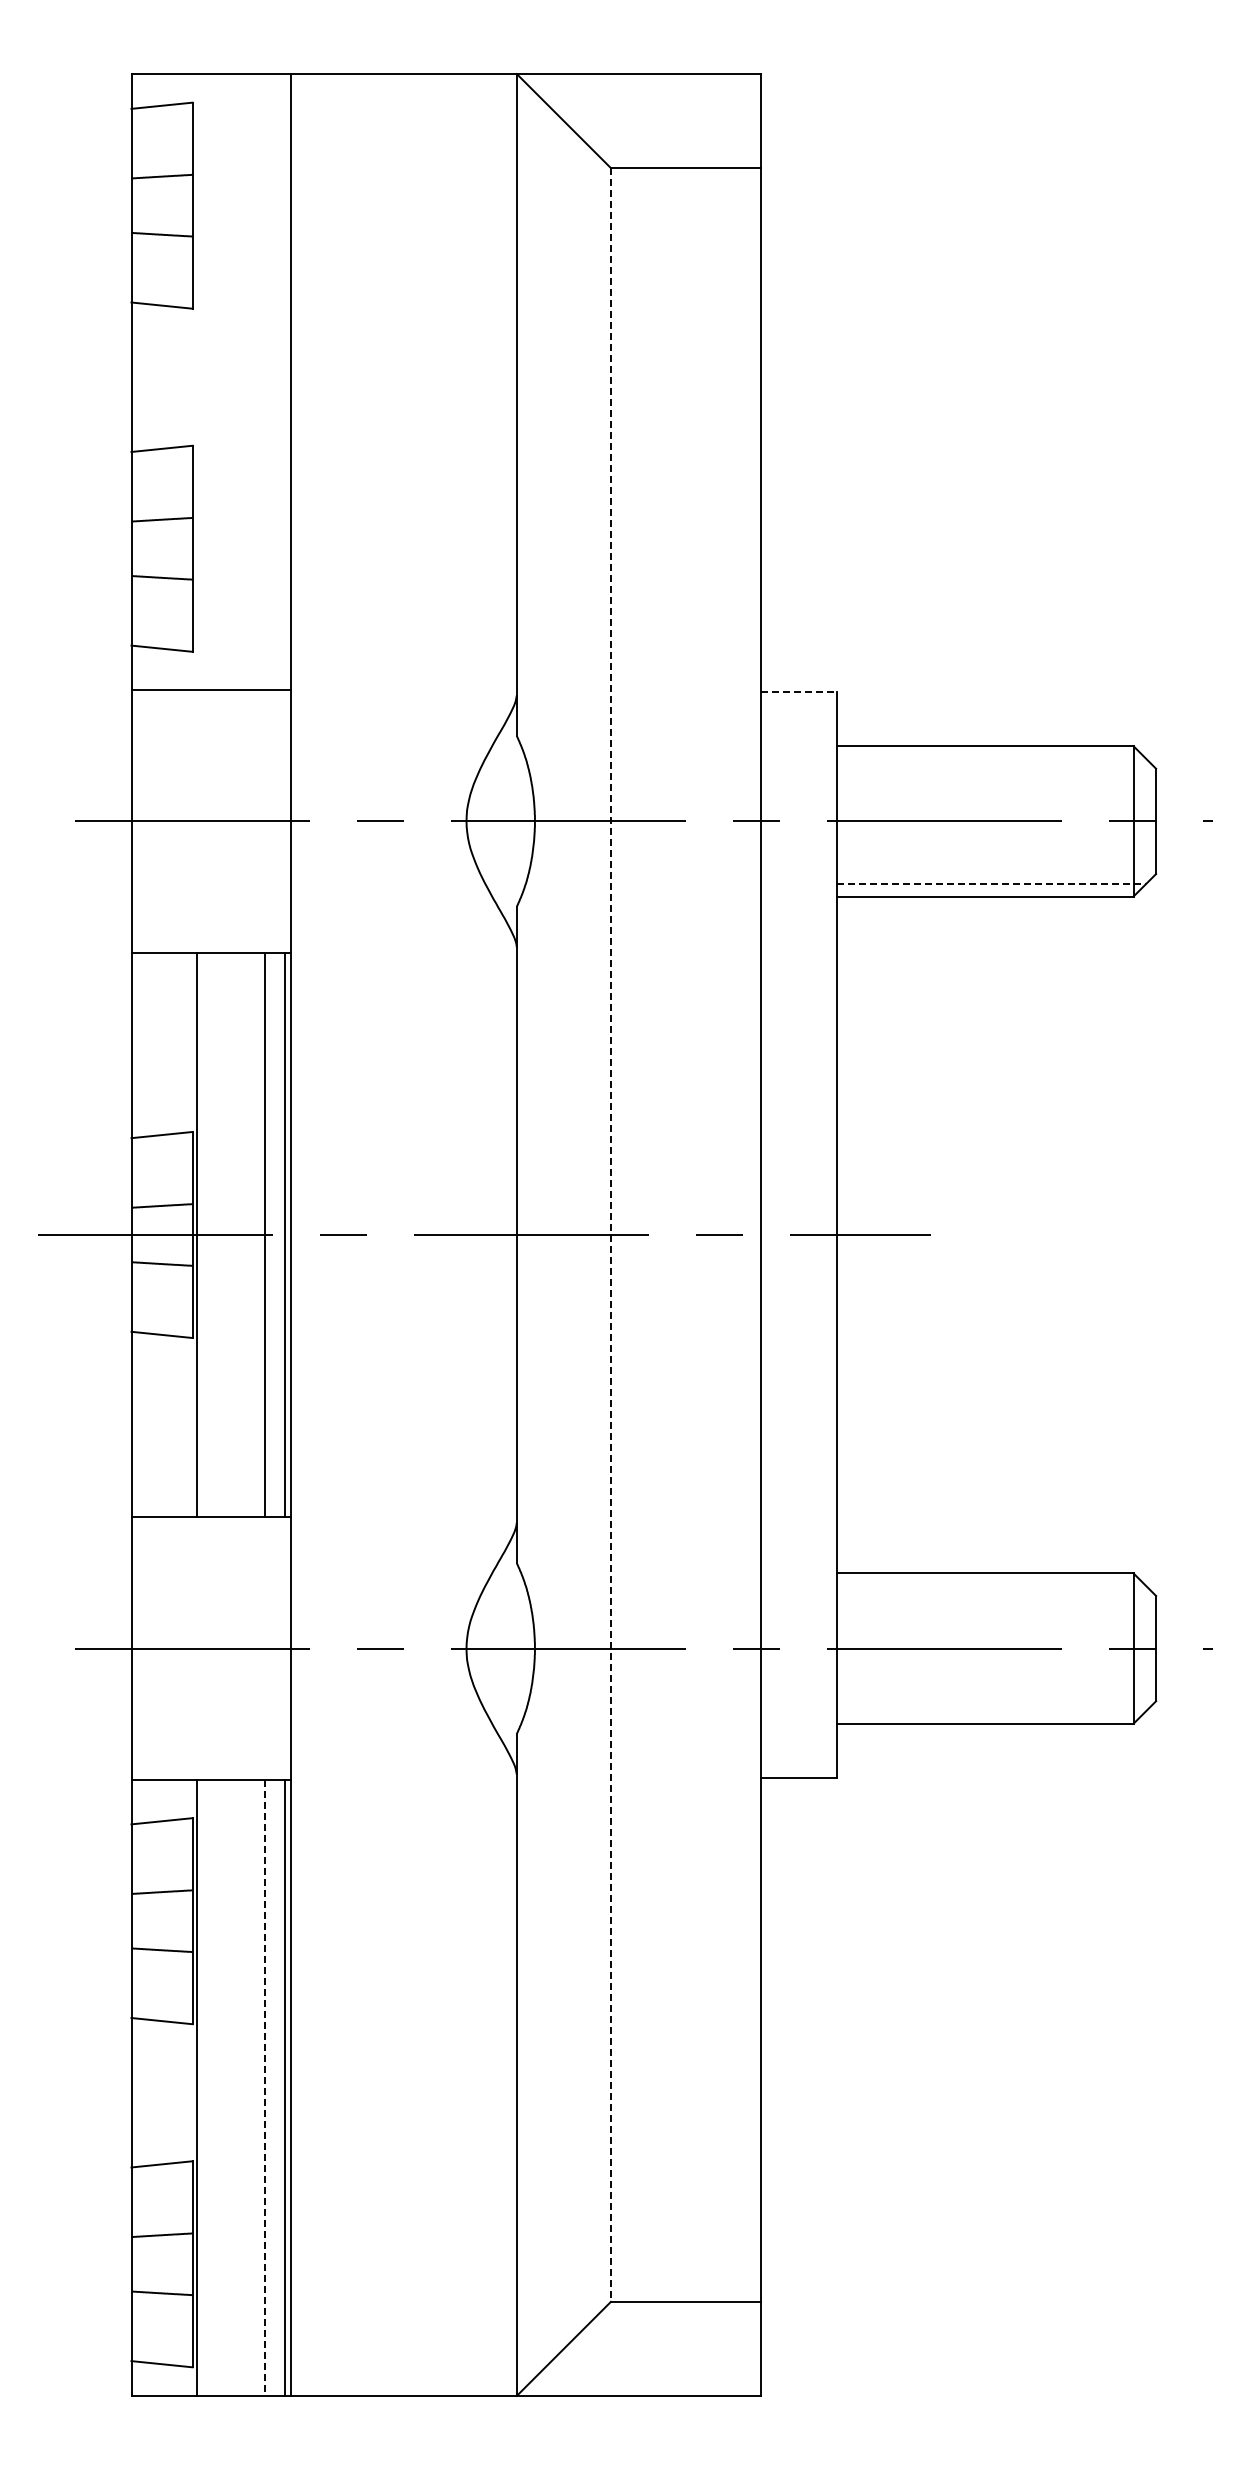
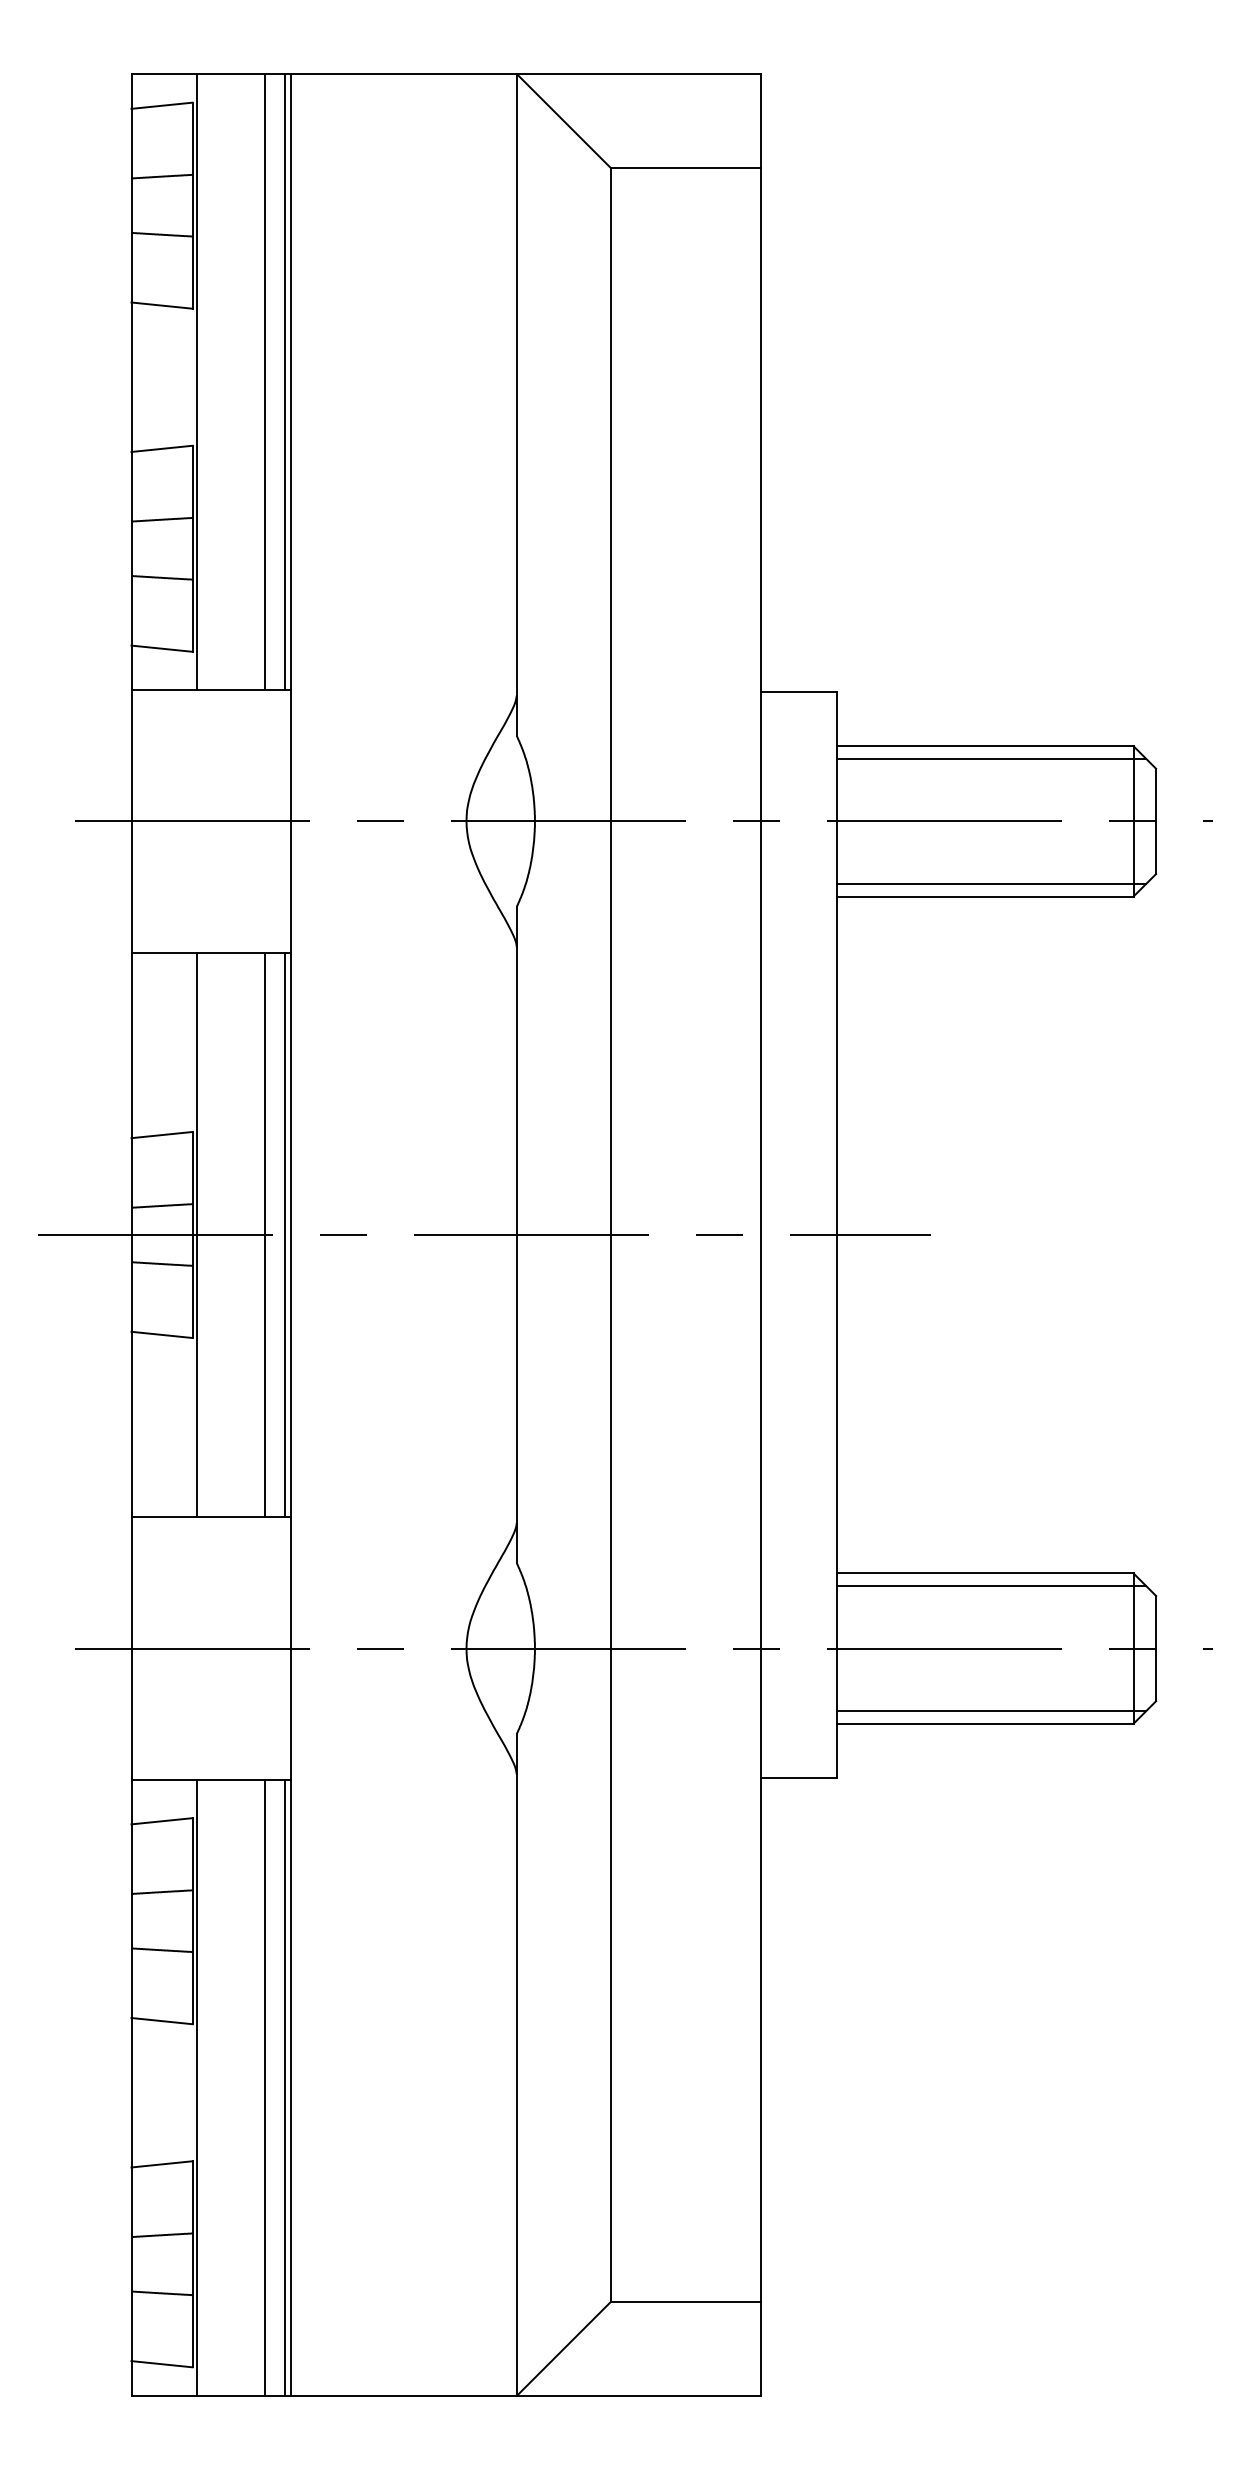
line at (197, 381): none -> present
line at (264, 381): none -> present
line at (284, 381): none -> present
line at (798, 691): dashed -> solid
line at (991, 758): none -> present
line at (991, 883): dashed -> solid
line at (610, 1234): dashed -> solid
line at (991, 1586): none -> present
line at (991, 1711): none -> present
line at (264, 2088): dashed -> solid
